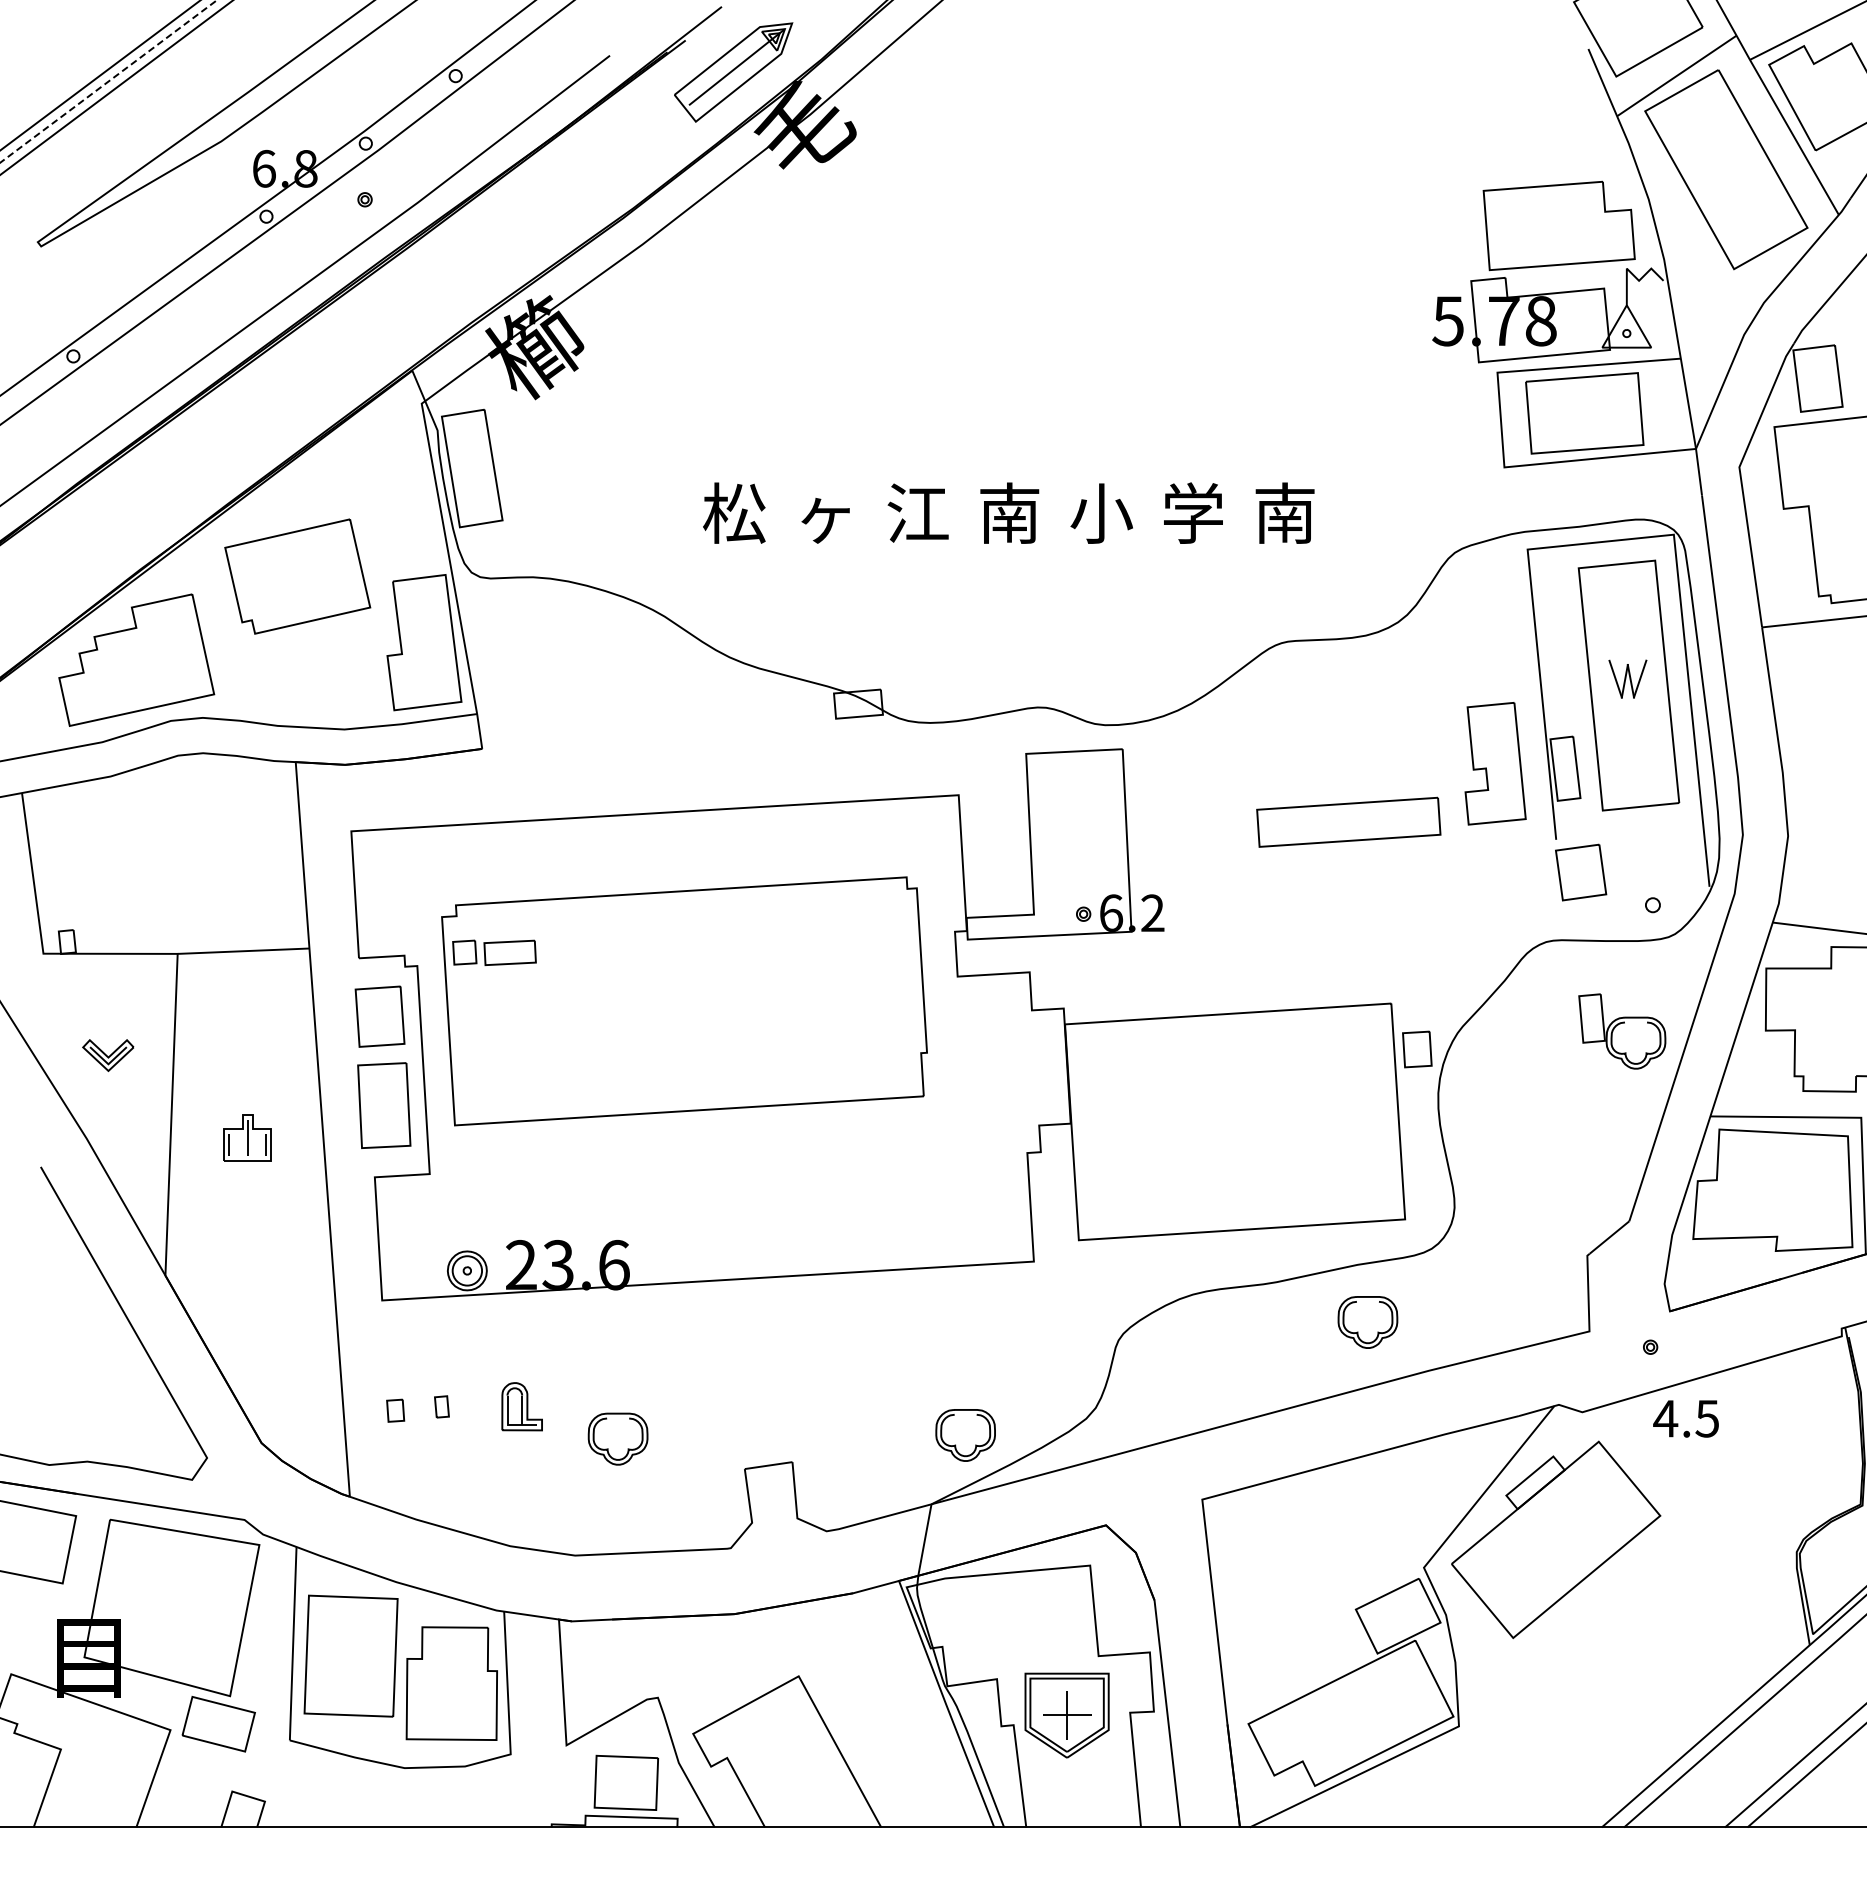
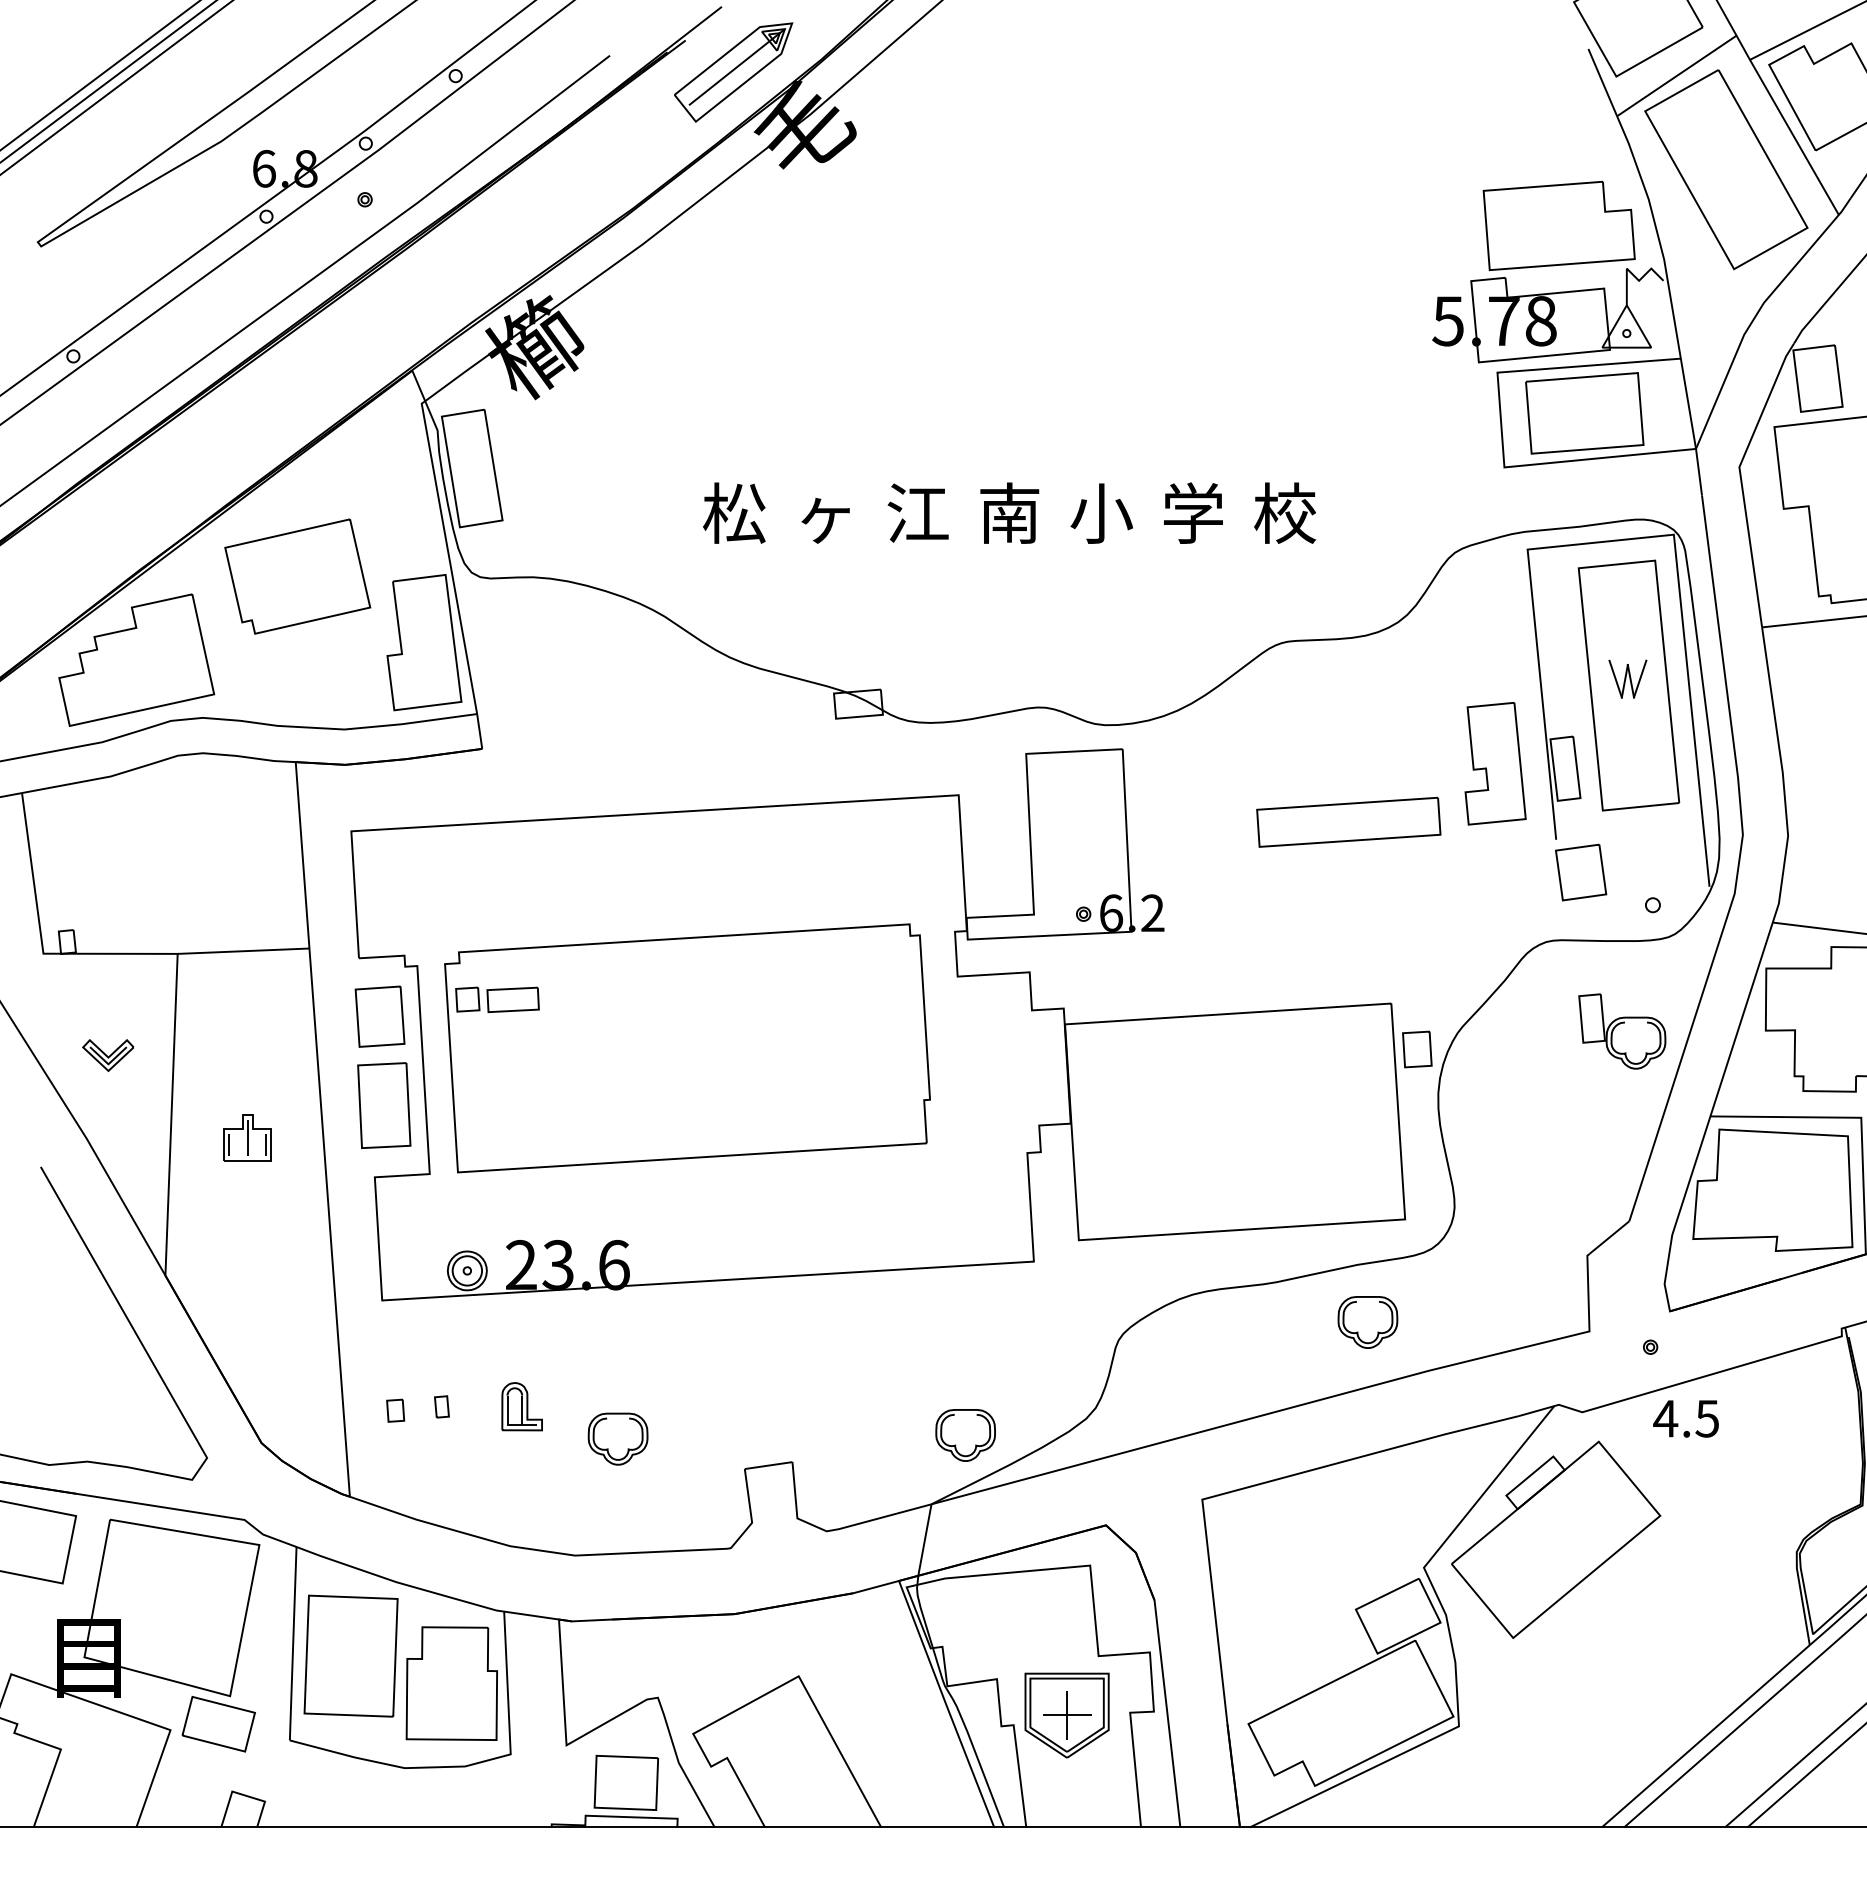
line at (109, 81): dashed -> solid
text at (1285, 512): 南 -> 校
part at (684, 1001) position: (684, 1001) -> (687, 1048)
